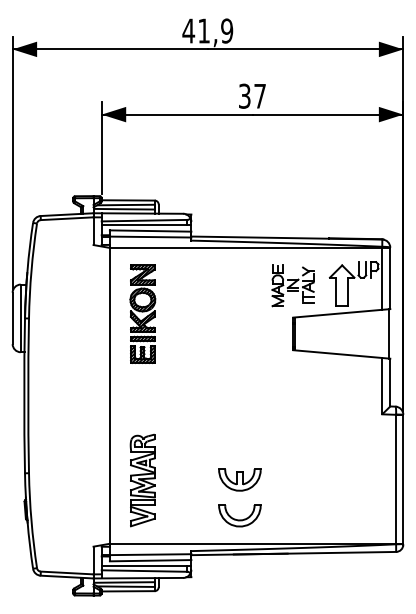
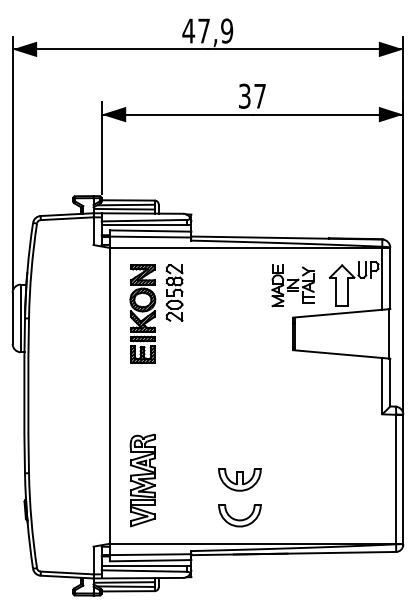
text at (203, 30): 41,9 -> 47,9
part at (174, 292): none -> present
